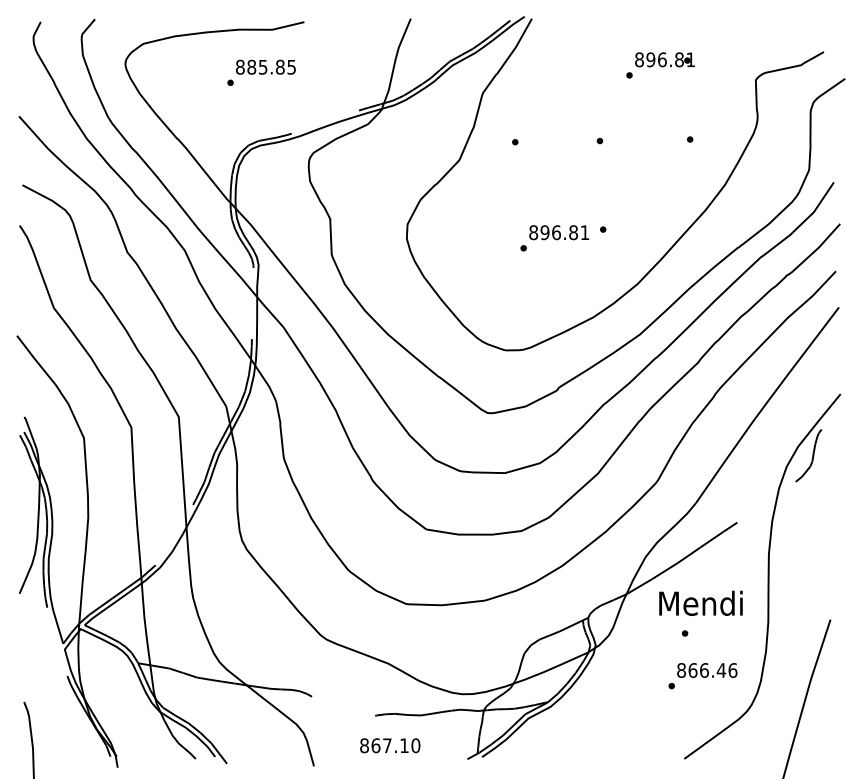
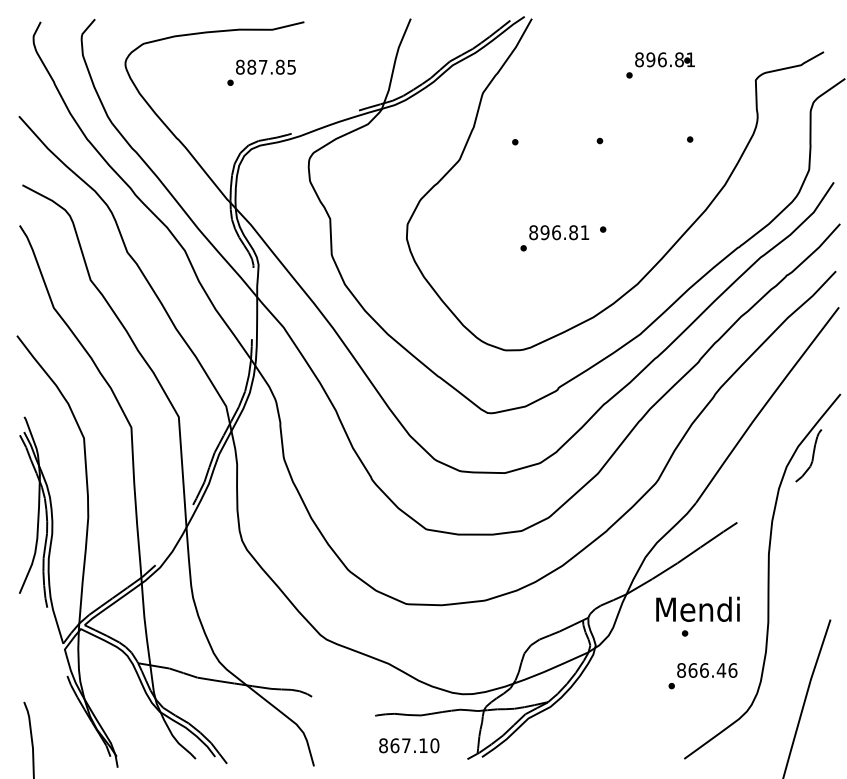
text at (263, 67): 885.85 -> 887.85
text at (700, 602) position: (700, 602) -> (697, 608)
text at (390, 745) position: (390, 745) -> (409, 745)
